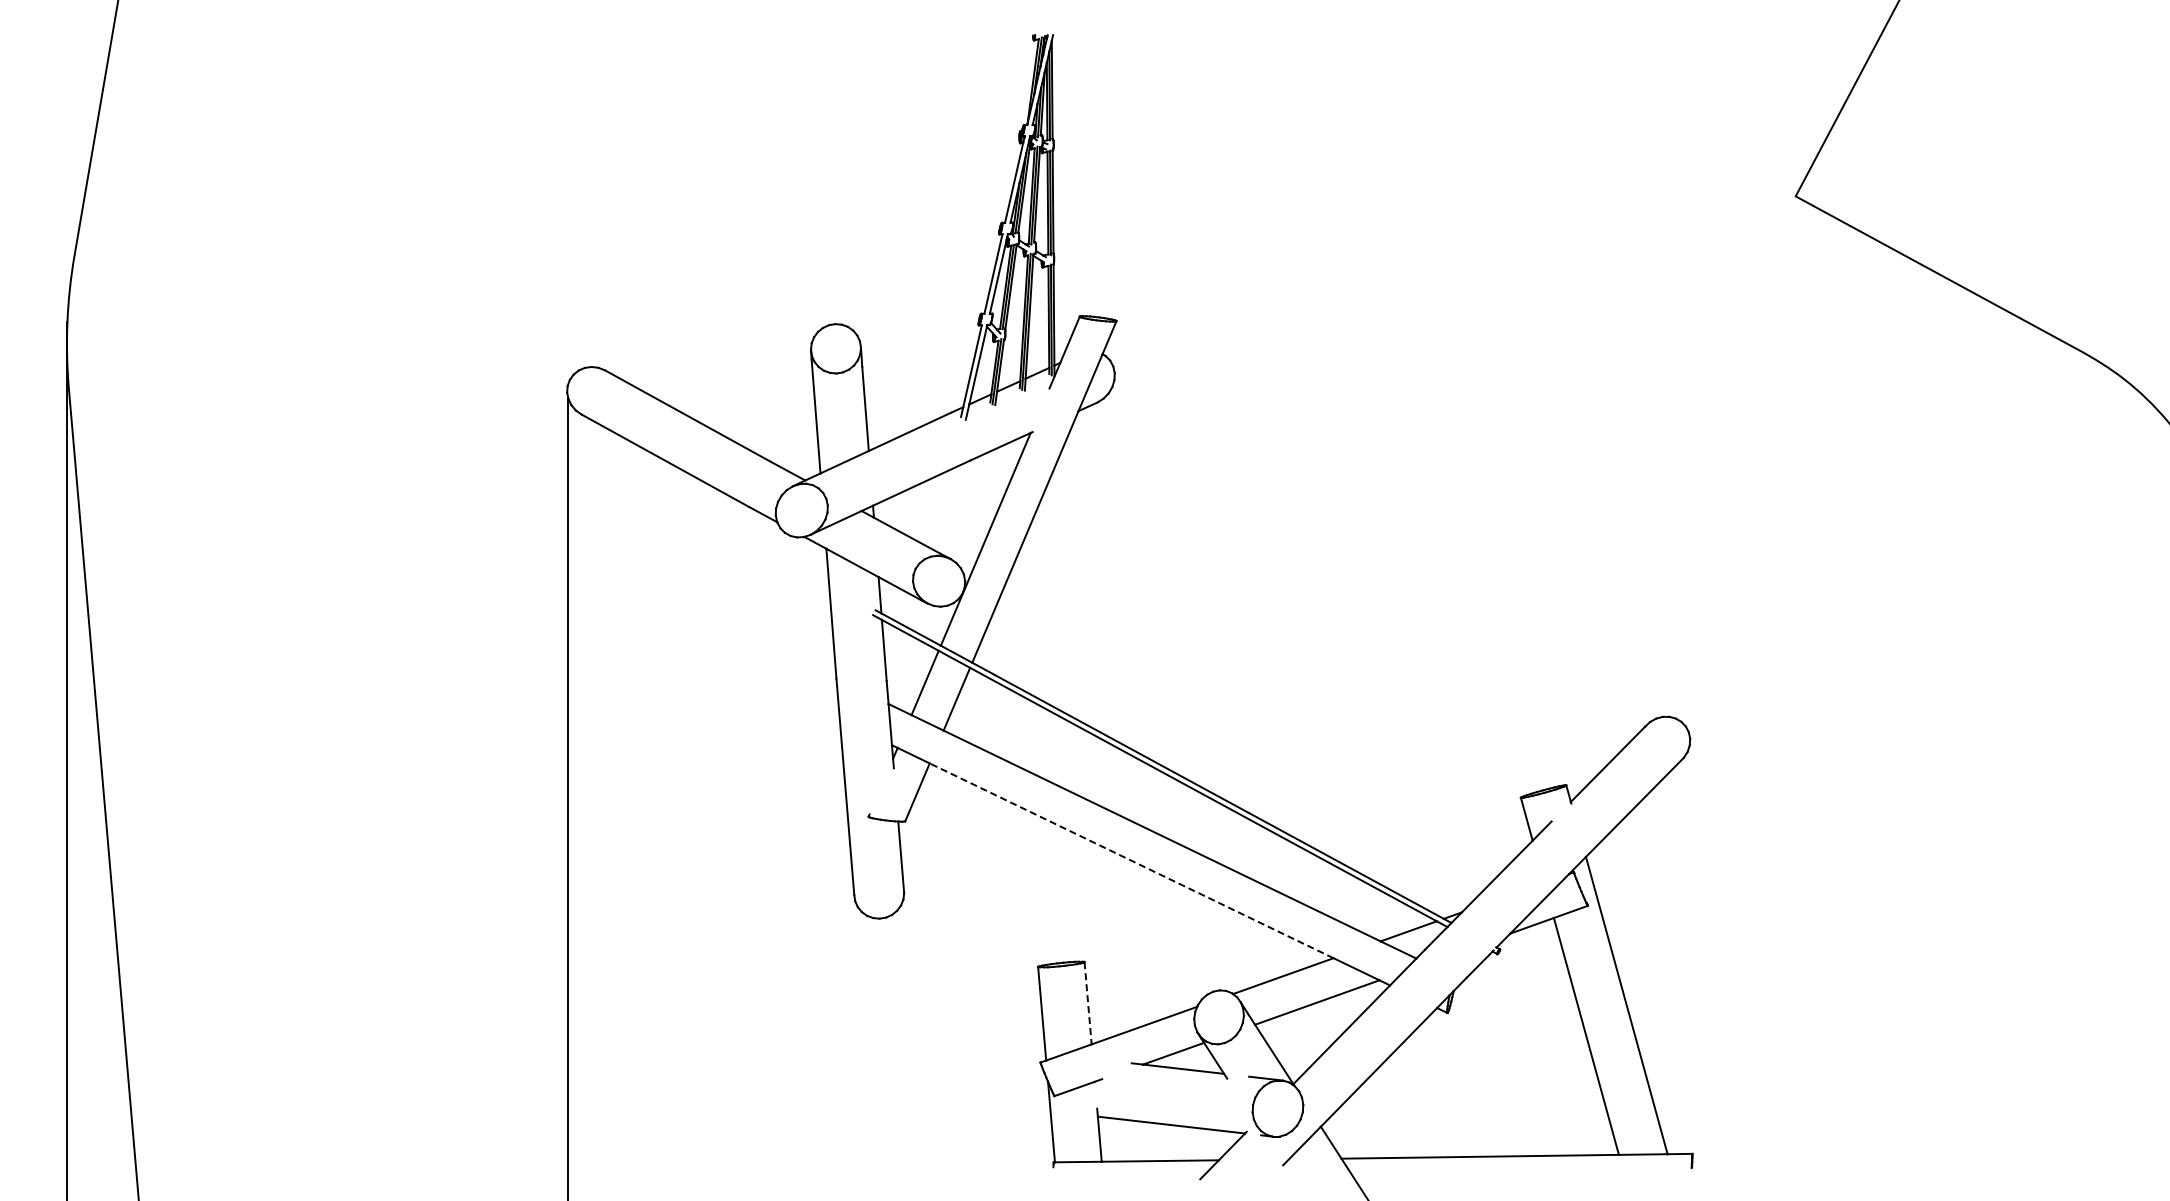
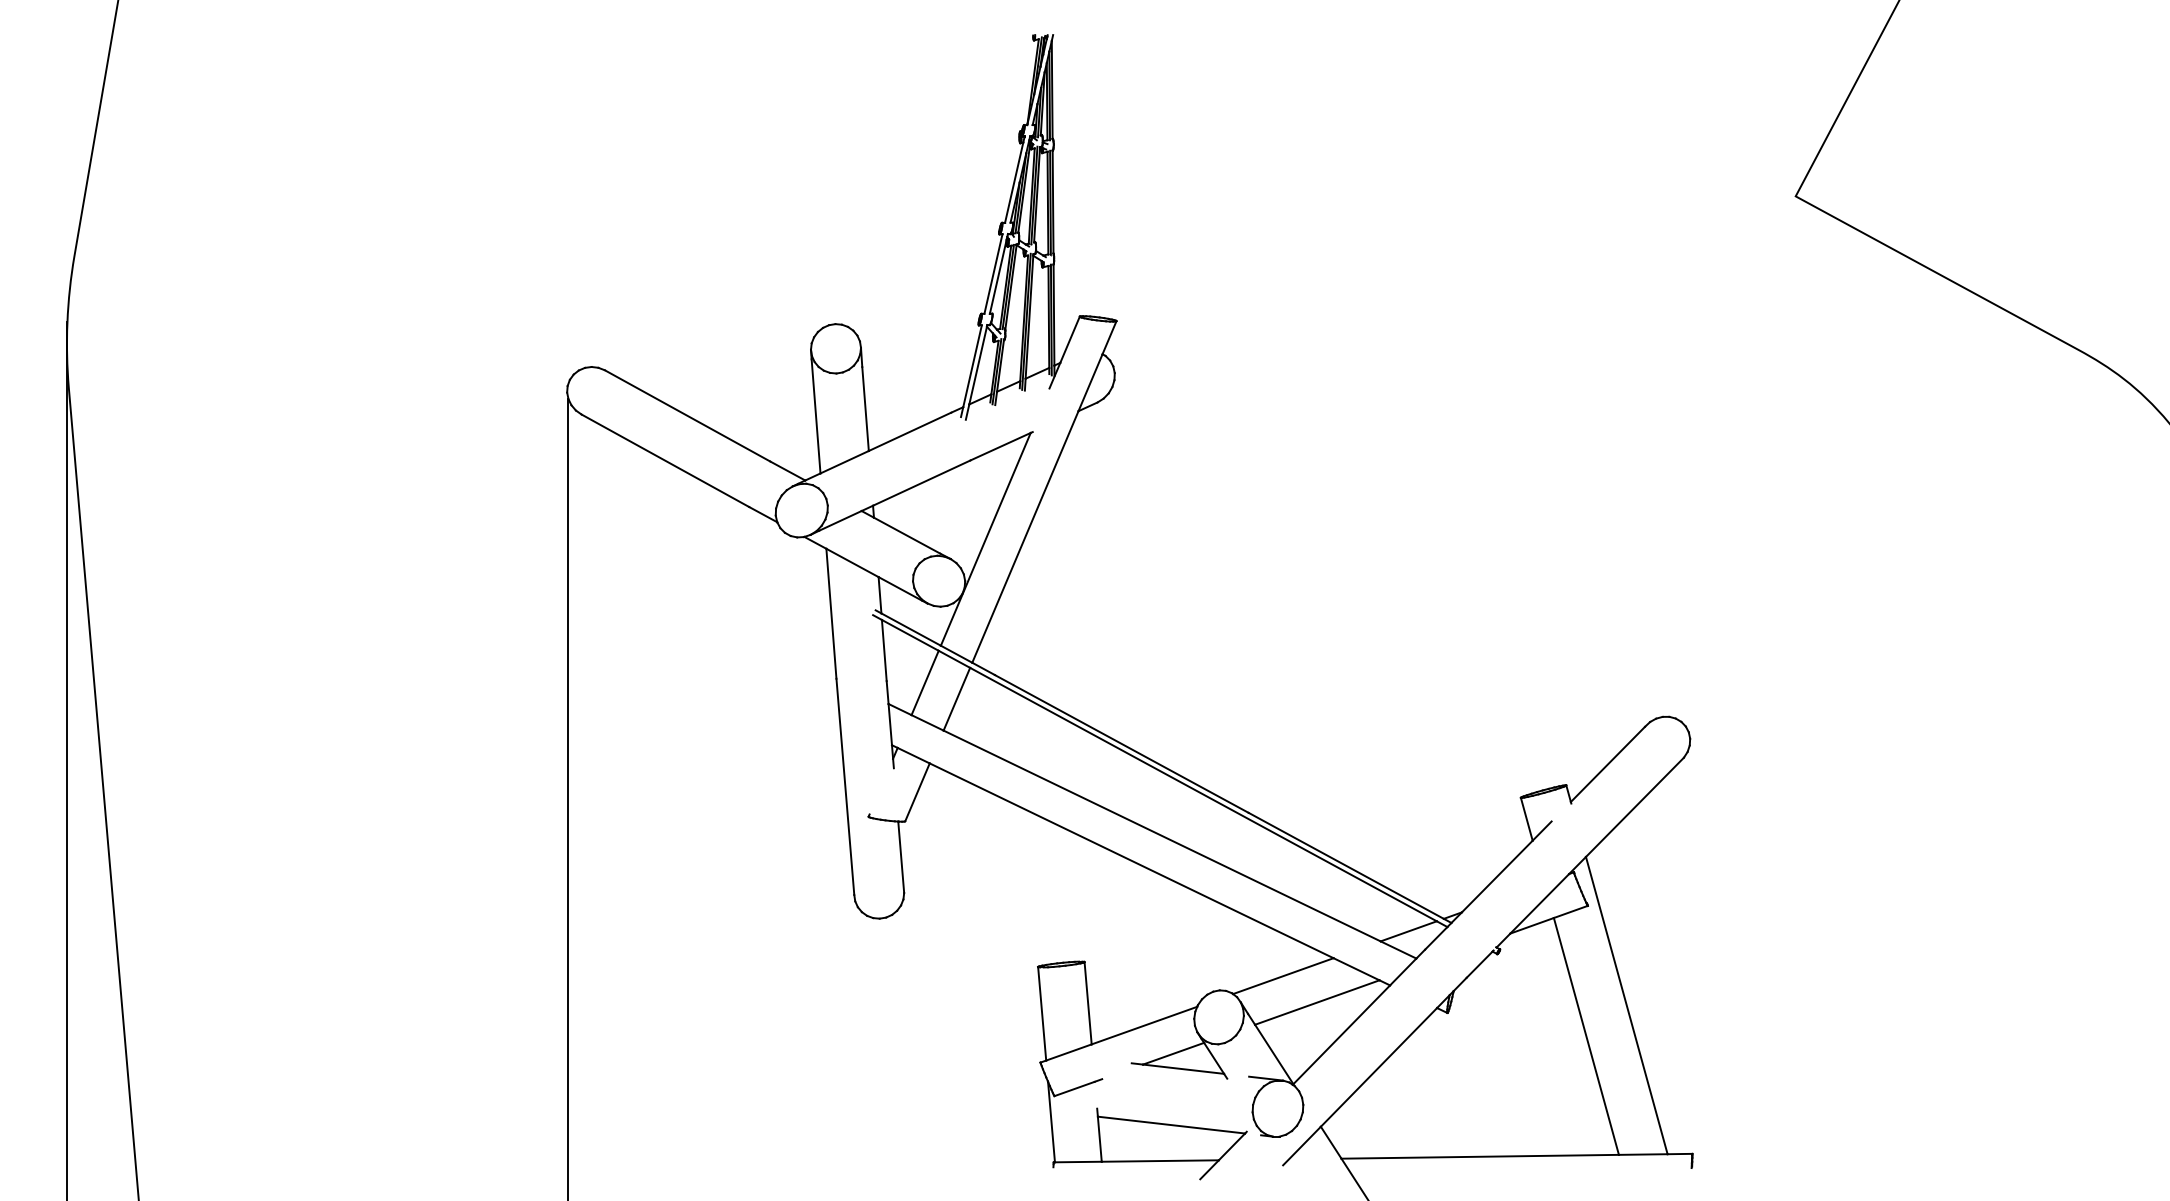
line at (1131, 860): dashed -> solid
line at (1088, 1003): dashed -> solid
